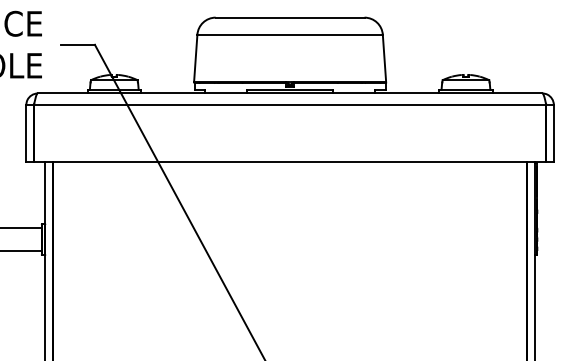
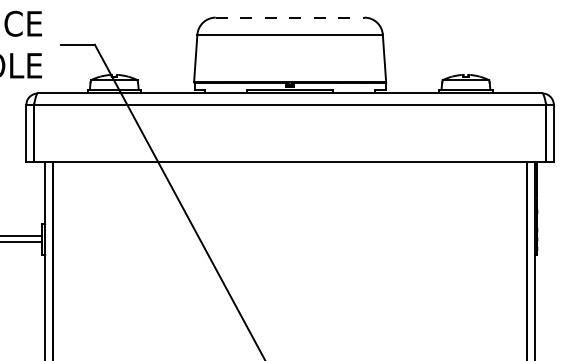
line at (290, 17): solid -> dashed
line at (21, 228) position: (21, 228) -> (21, 236)
line at (21, 251) position: (21, 251) -> (21, 242)
